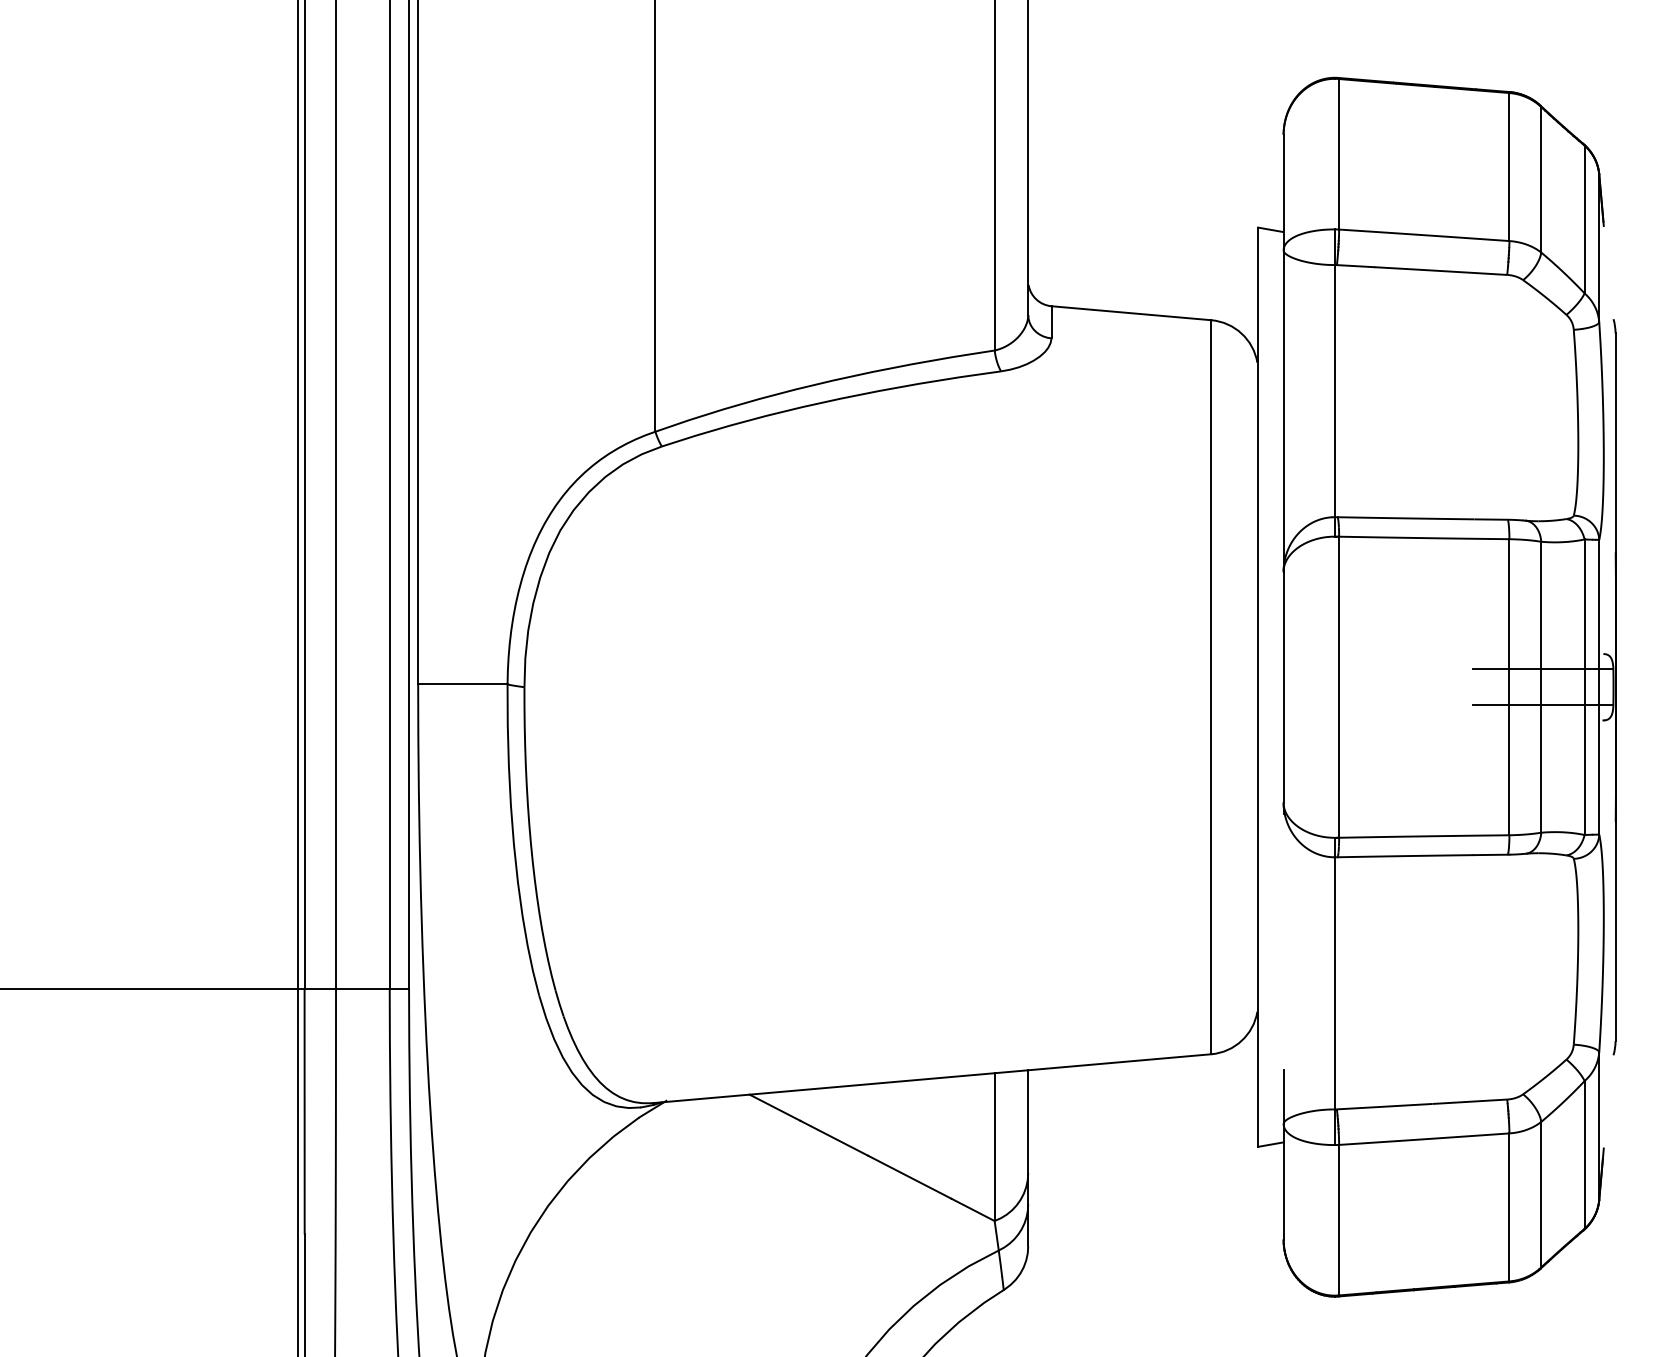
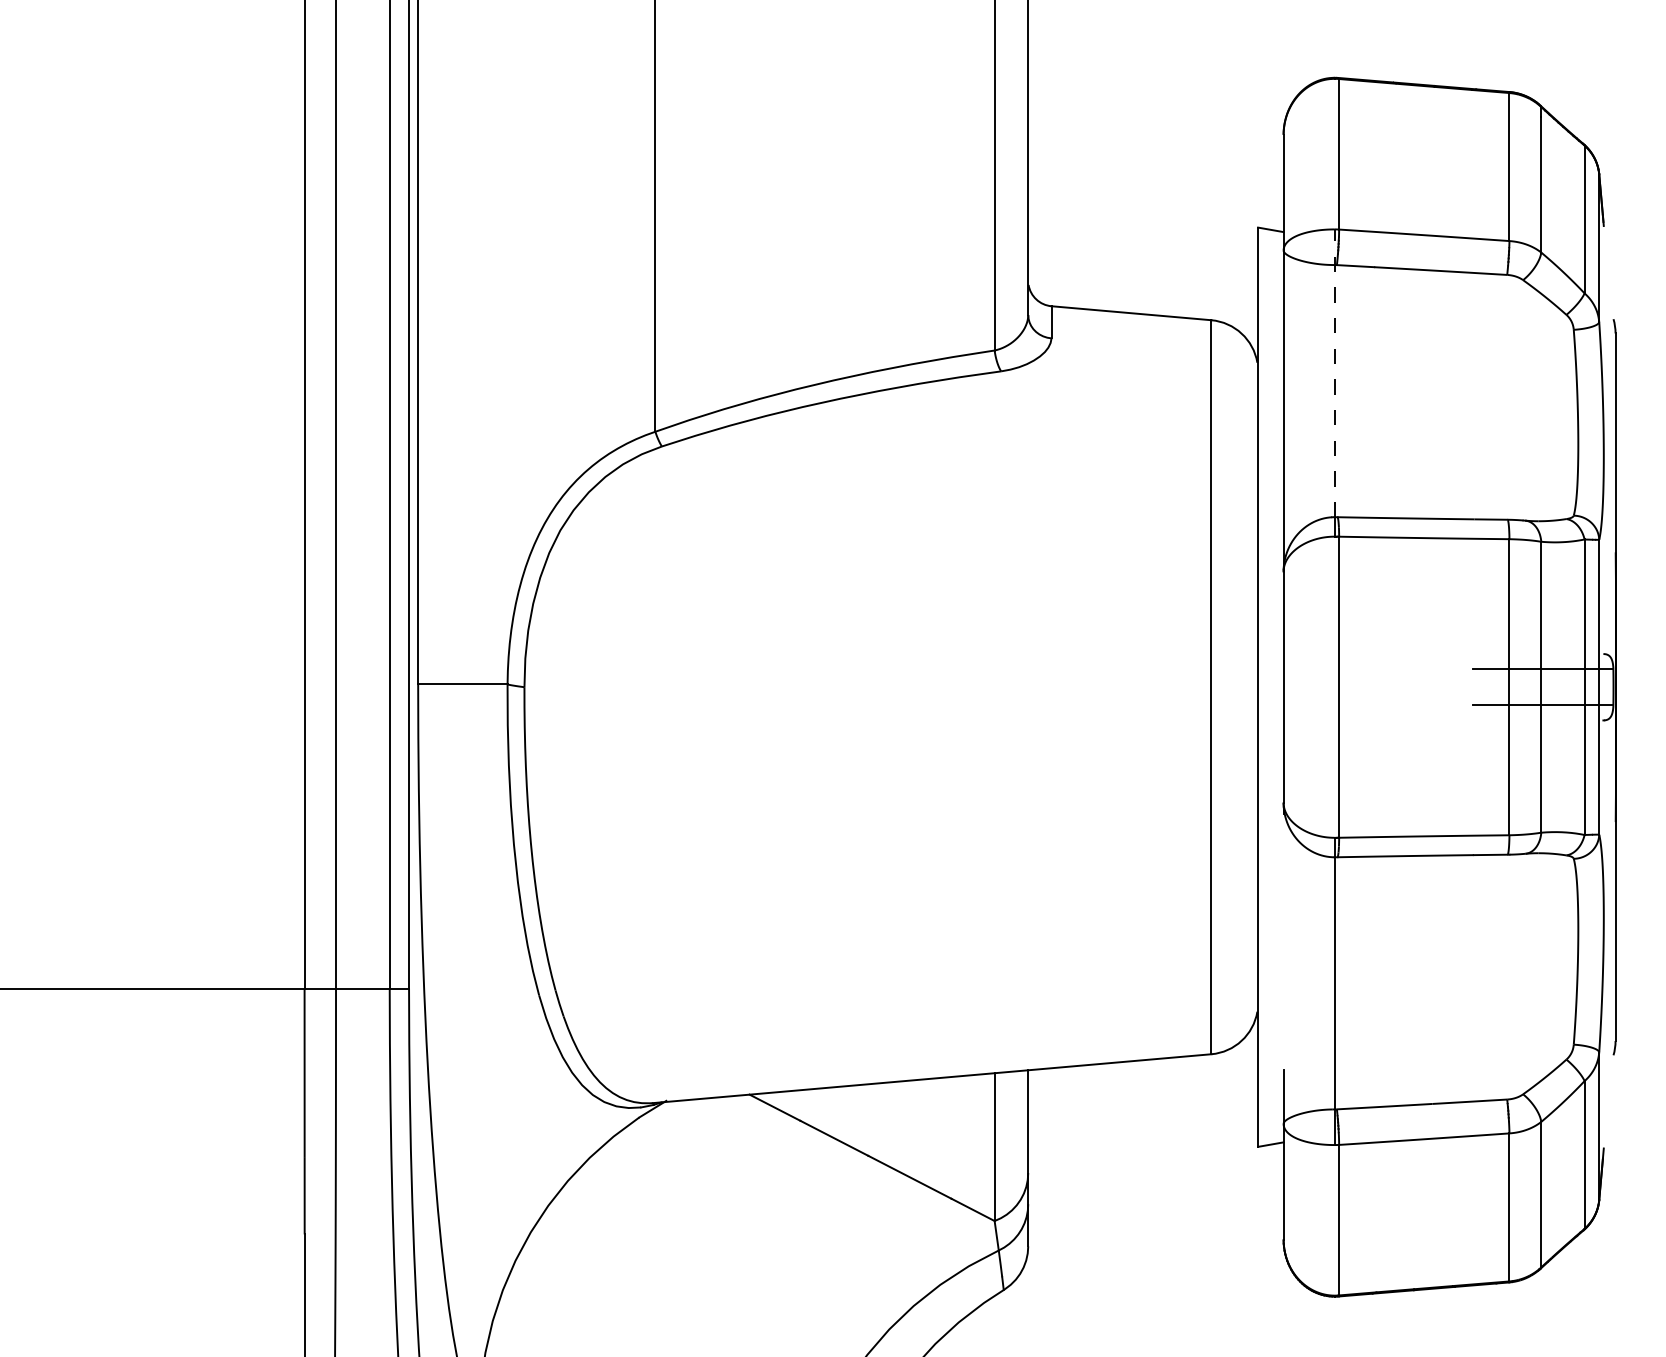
line at (1334, 373): solid -> dashed
line at (298, 677): present -> none
